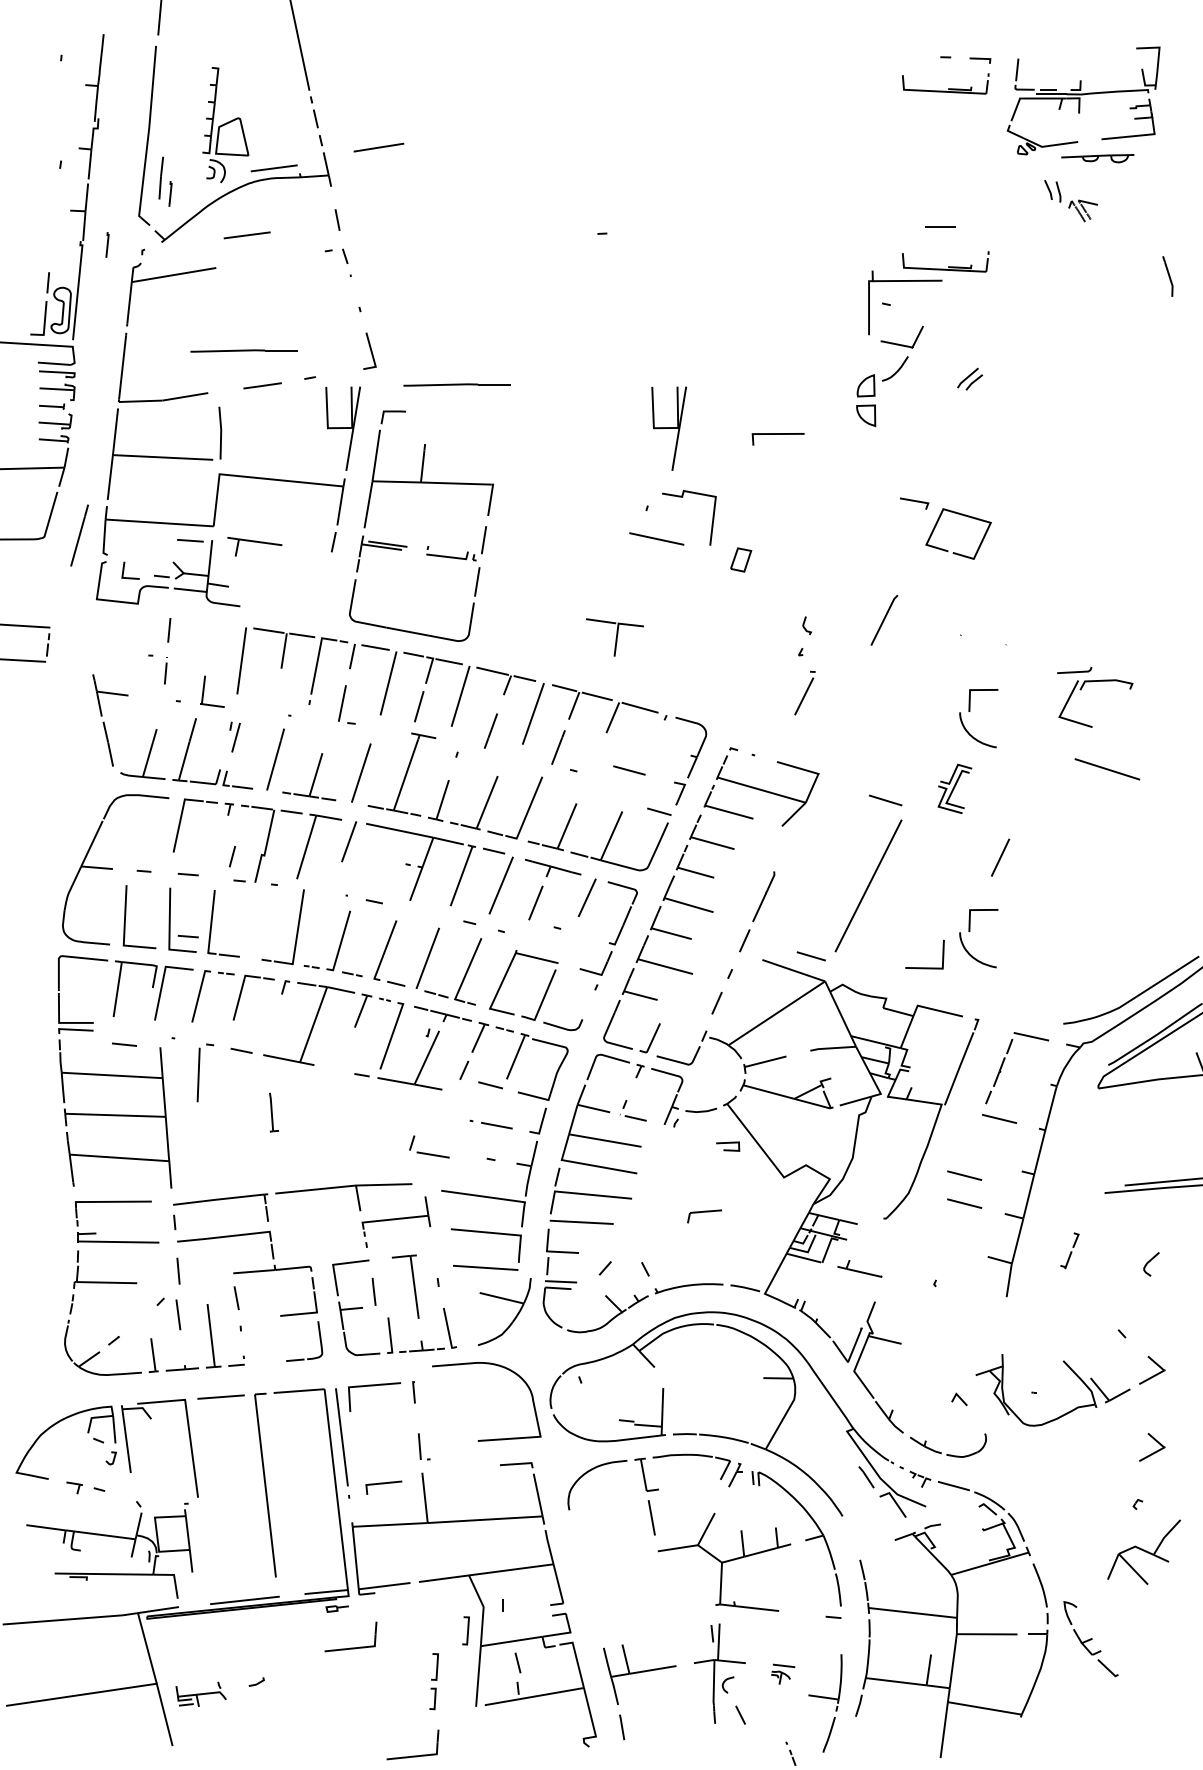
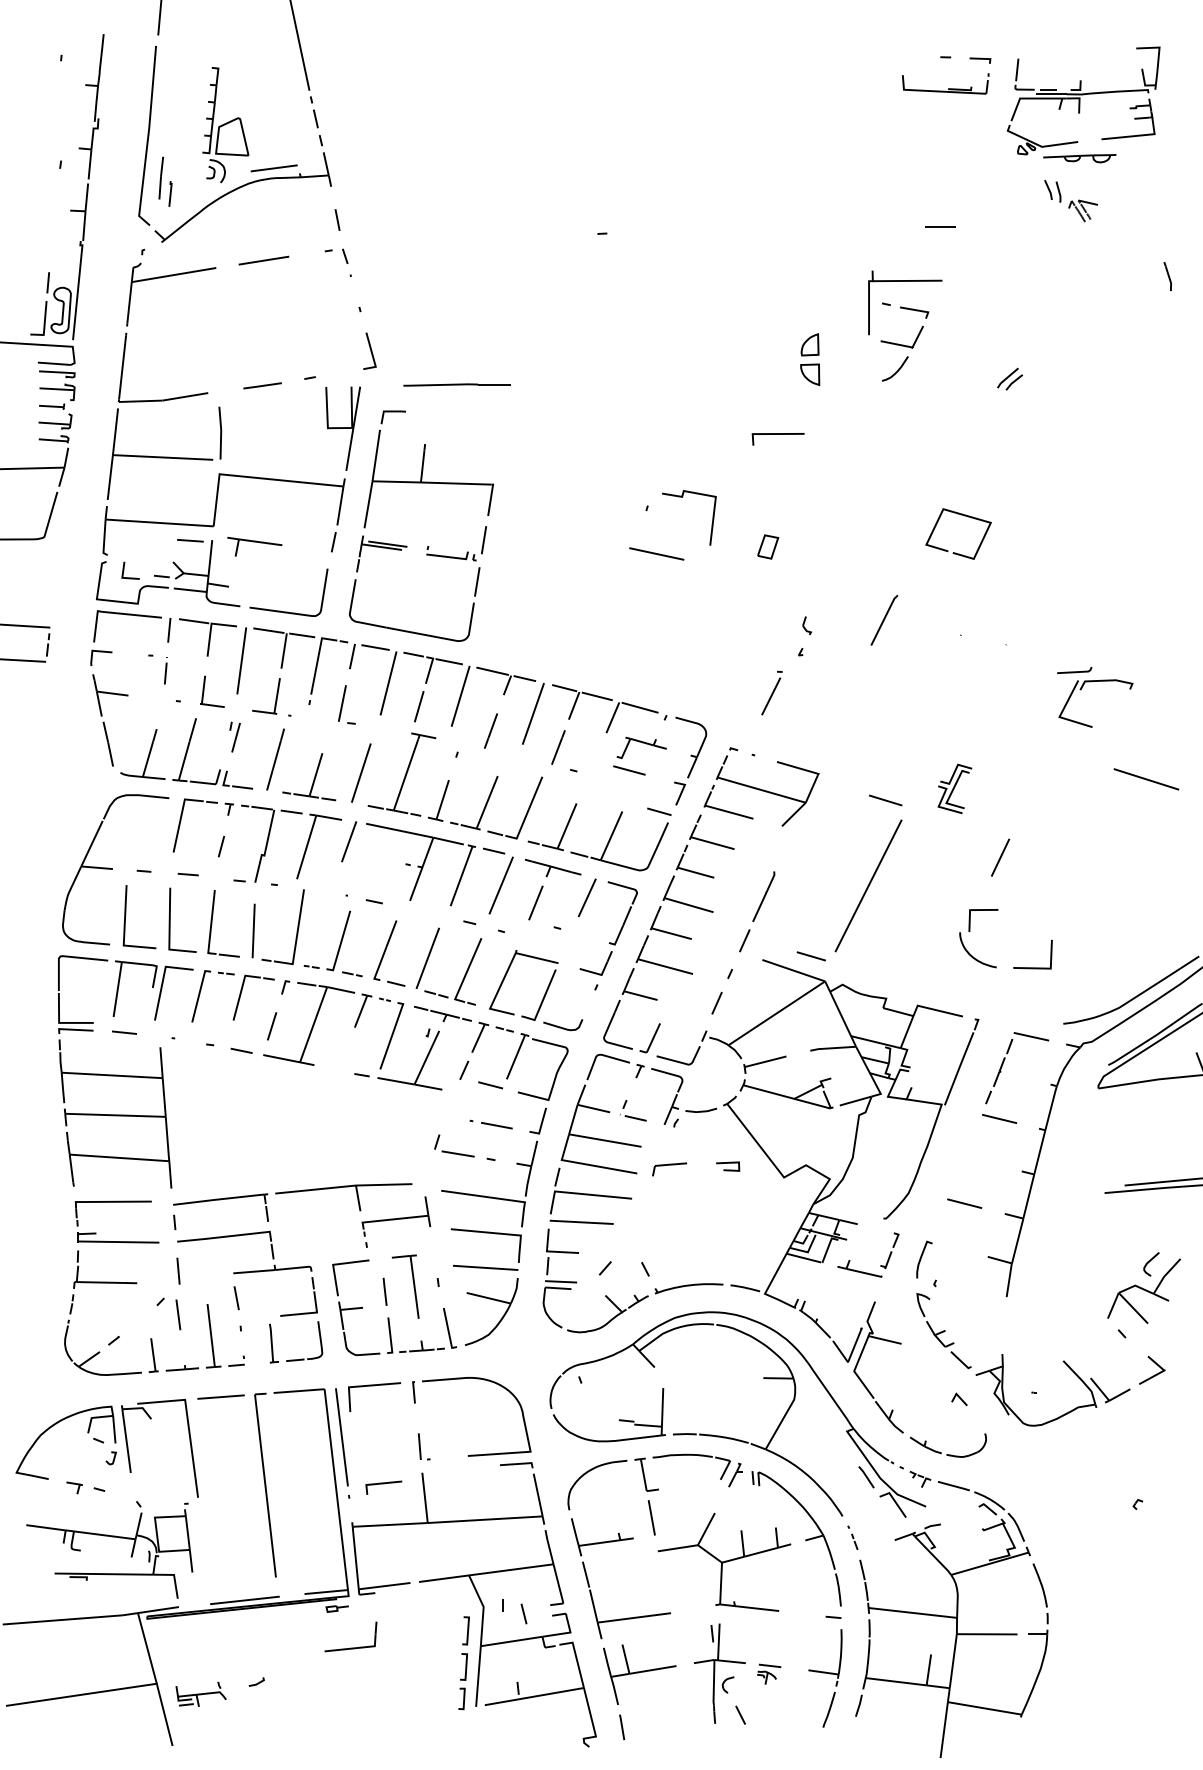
line at (378, 147) position: (378, 147) -> (263, 260)
part at (1097, 158) position: (1097, 158) -> (1079, 158)
line at (246, 235): present -> none
line at (107, 244): present -> none
part at (945, 261): present -> none
part at (1167, 276) size: 12x41 px -> 9x29 px
line at (243, 350): present -> none
part at (969, 378) position: (969, 378) -> (1009, 378)
part at (866, 400) position: (866, 400) -> (810, 359)
part at (668, 428): present -> none
line at (914, 501) position: (914, 501) -> (914, 310)
line at (79, 535): present -> none
line at (656, 538) position: (656, 538) -> (656, 553)
part at (741, 559) position: (741, 559) -> (768, 546)
curve at (288, 611): none -> present
part at (614, 637) position: (614, 637) -> (207, 637)
part at (112, 651): none -> present
part at (804, 692) position: (804, 692) -> (771, 692)
part at (275, 698): none -> present
part at (970, 711): present -> none
part at (641, 747): none -> present
line at (1107, 769) position: (1107, 769) -> (1146, 779)
line at (231, 856) position: (231, 856) -> (220, 846)
line at (187, 936): present -> none
line at (924, 967) position: (924, 967) -> (1032, 967)
line at (272, 1026): none -> present
line at (124, 1044) position: (124, 1044) -> (124, 1032)
line at (198, 1074) position: (198, 1074) -> (253, 930)
part at (273, 1112) position: (273, 1112) -> (273, 1343)
line at (728, 1143) position: (728, 1143) -> (728, 1163)
part at (429, 1153) position: (429, 1153) -> (454, 1152)
line at (964, 1175): present -> none
part at (704, 1216) position: (704, 1216) -> (669, 1169)
part at (1069, 1250) position: (1069, 1250) -> (889, 1250)
curve at (921, 1259): none -> present
line at (373, 1291) position: (373, 1291) -> (384, 1291)
part at (505, 1300) position: (505, 1300) -> (492, 1300)
curve at (493, 1365) position: (493, 1365) -> (483, 1380)
part at (1152, 1447): present -> none
part at (1143, 1551) position: (1143, 1551) -> (1143, 1290)
part at (590, 1587): none -> present
part at (1090, 1639) position: (1090, 1639) -> (943, 1331)
line at (517, 1662) position: (517, 1662) -> (523, 1613)
part at (783, 1673) position: (783, 1673) -> (769, 1673)
part at (433, 1681) position: (433, 1681) -> (462, 1681)
part at (825, 1703) position: (825, 1703) -> (825, 1678)
part at (790, 1753) position: (790, 1753) -> (852, 1537)
part at (412, 1755): present -> none
